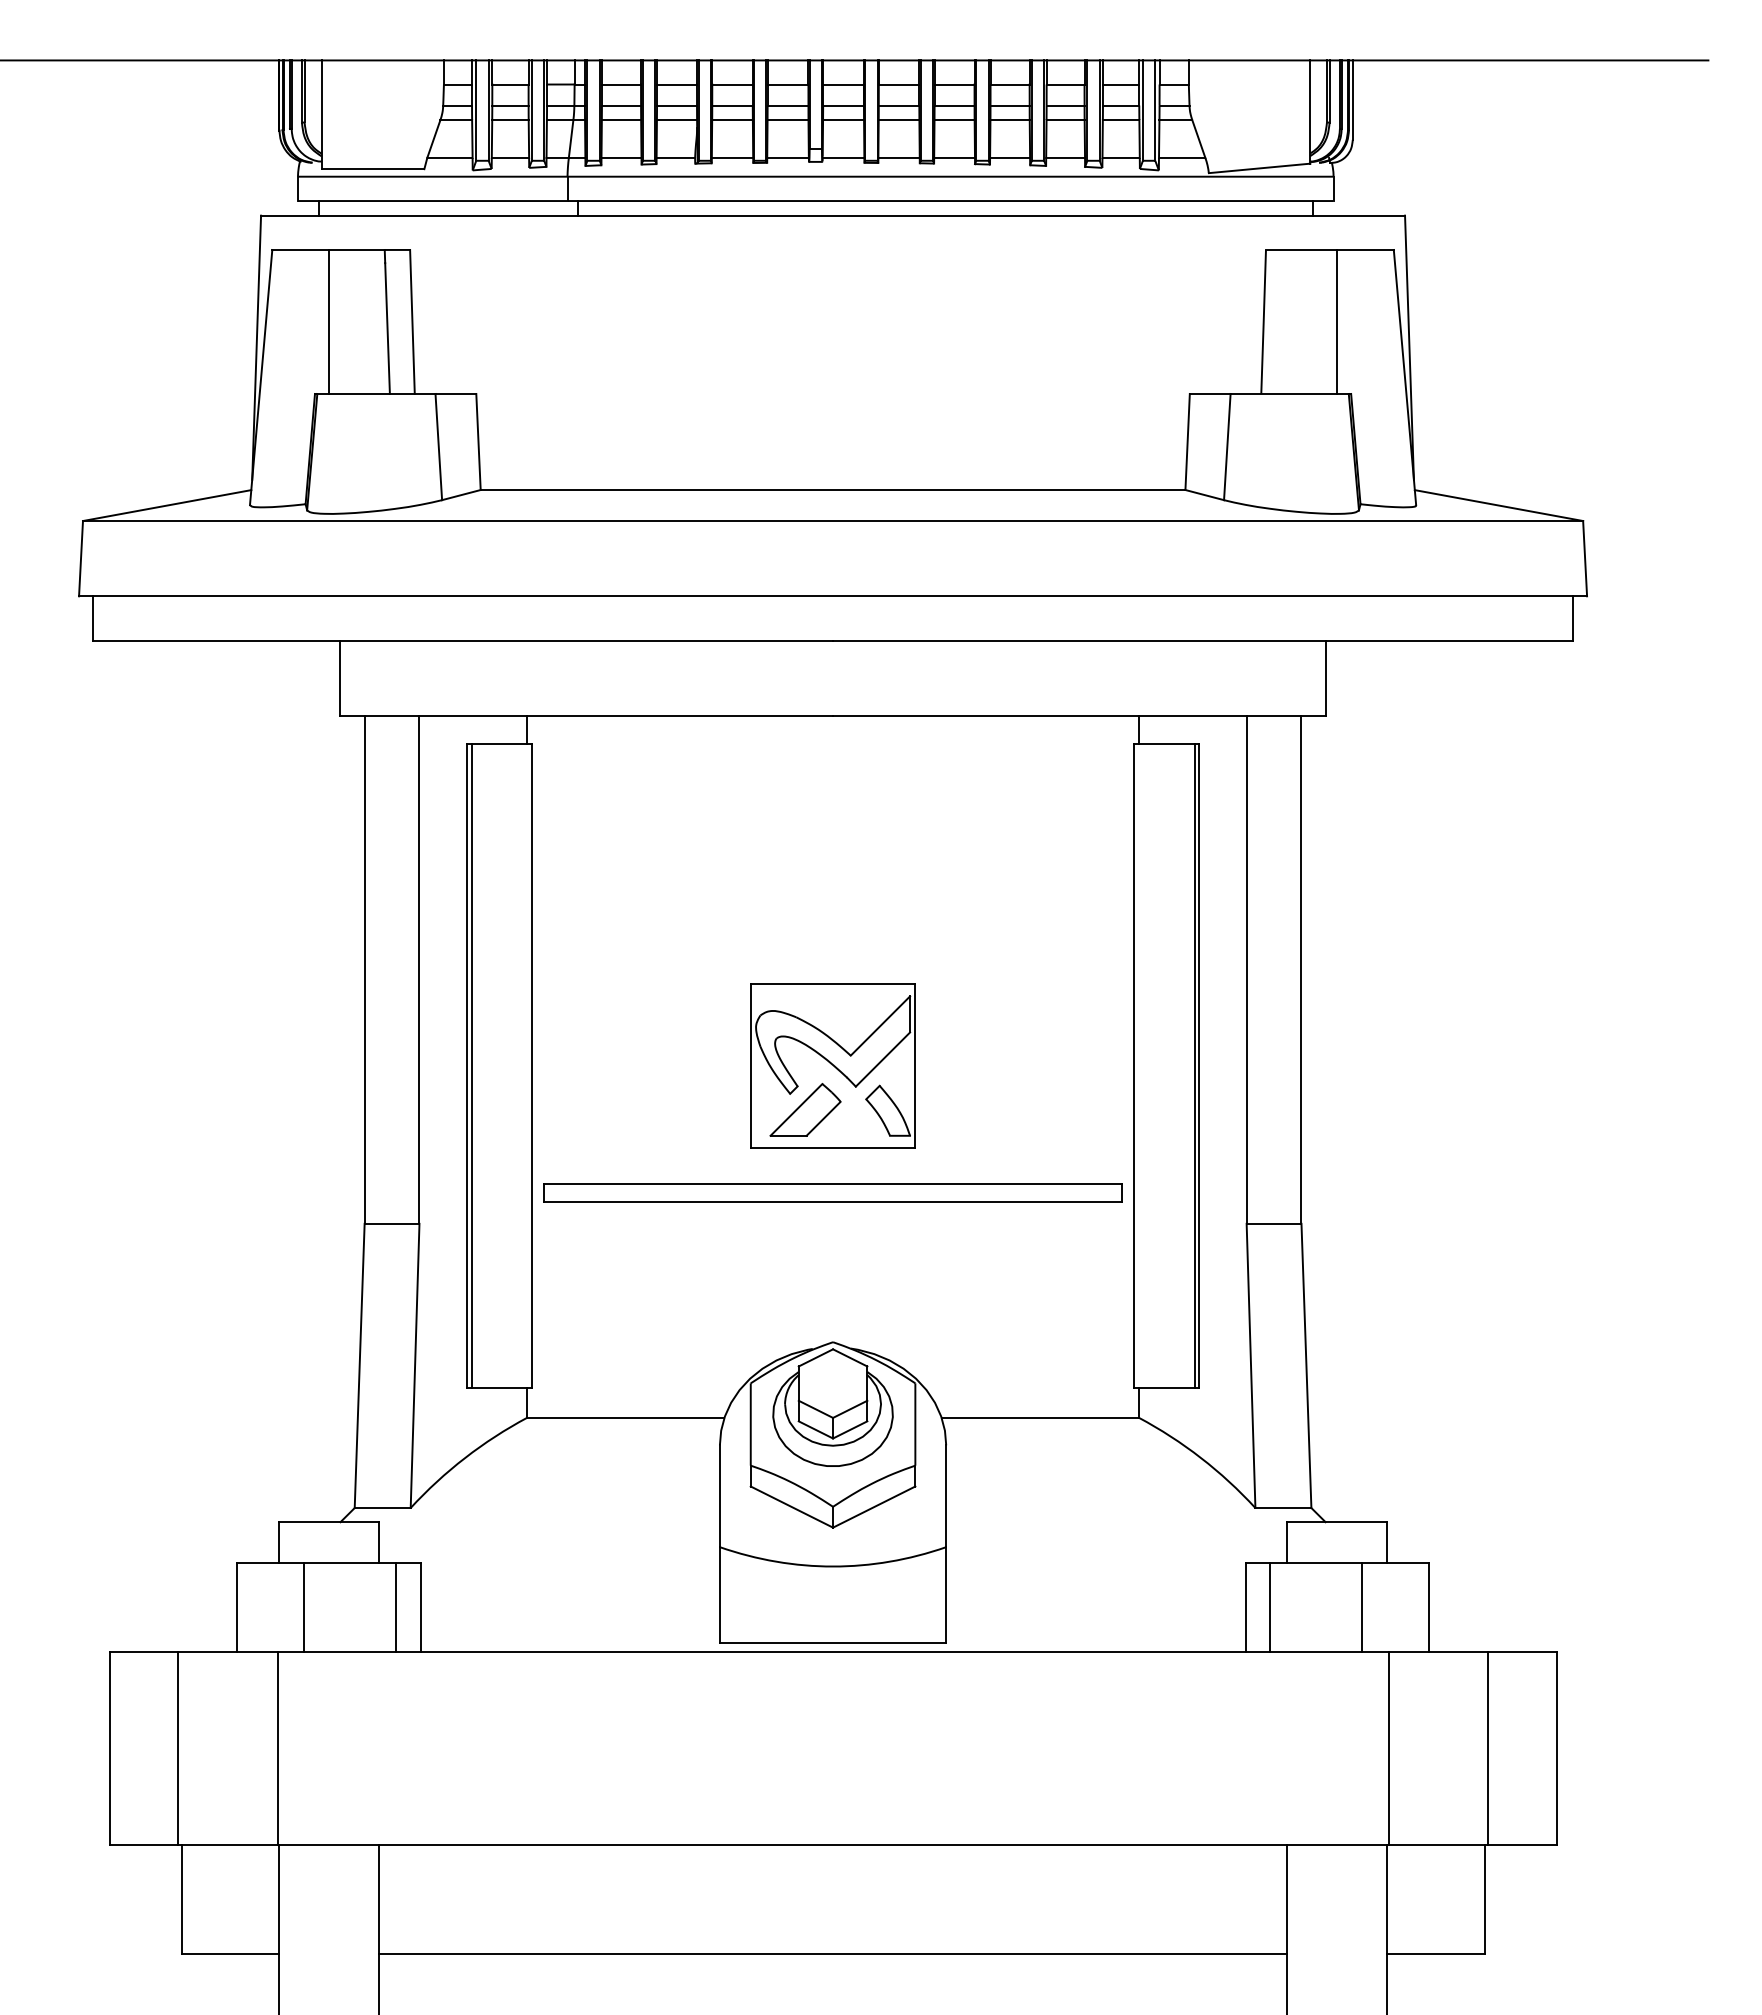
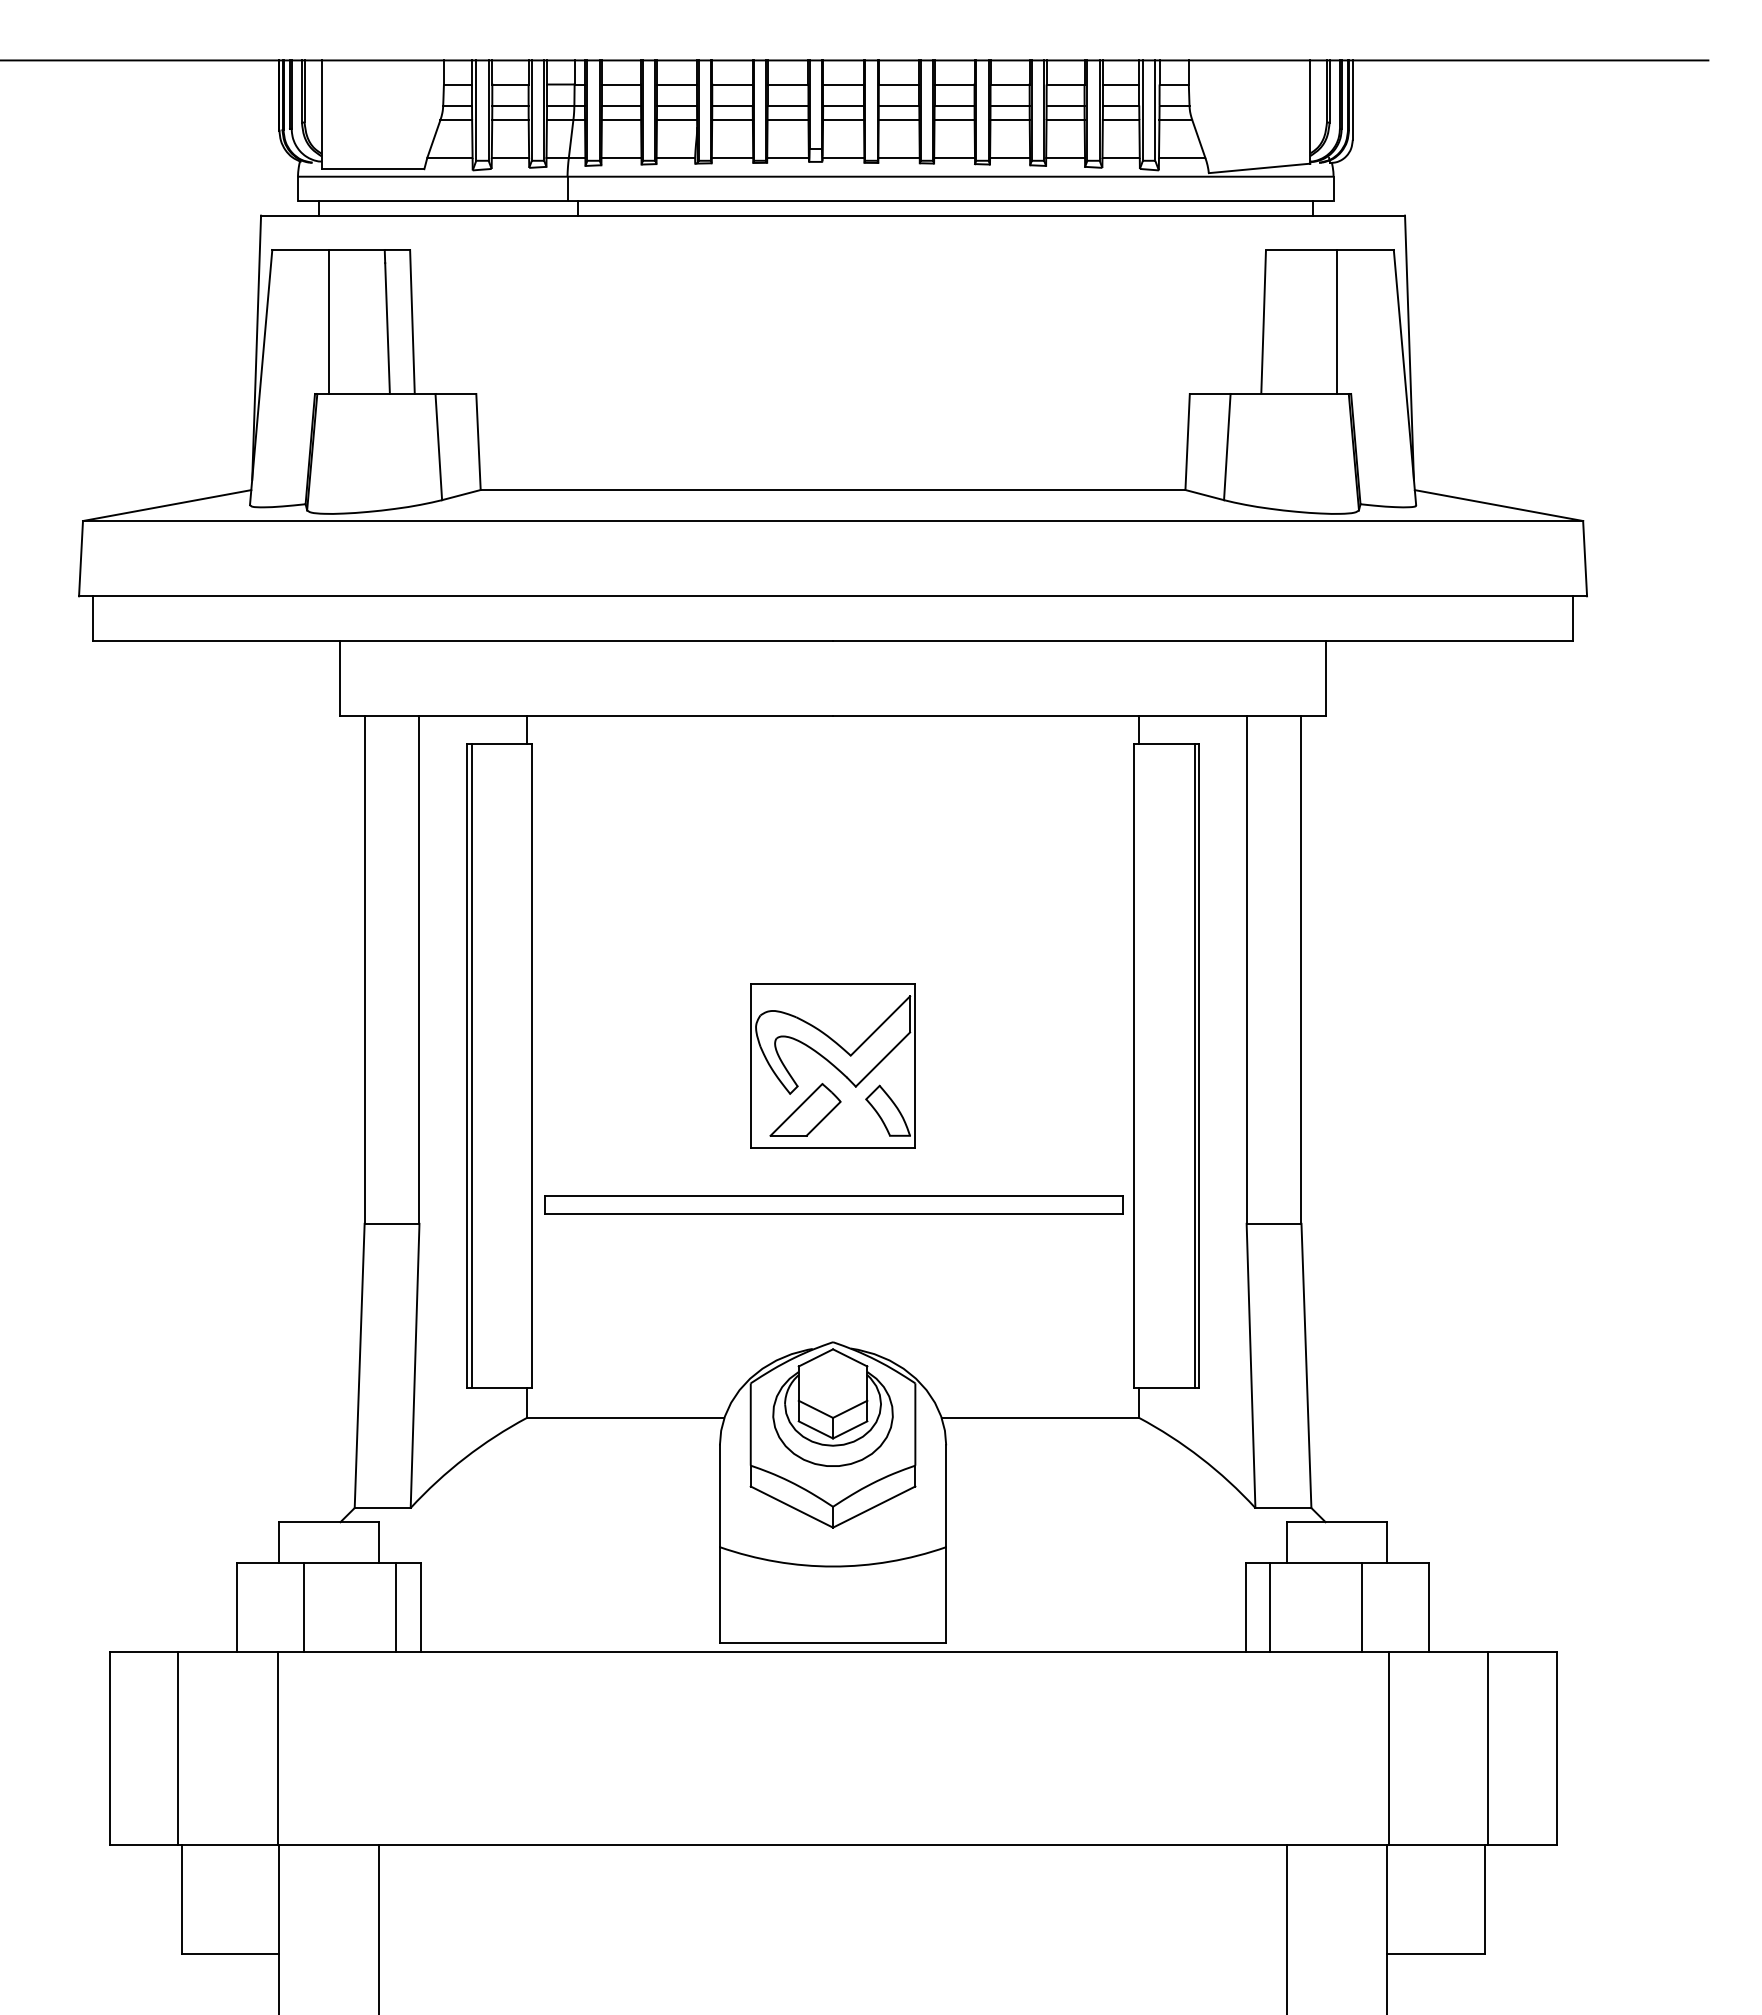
part at (832, 1192) position: (832, 1192) -> (833, 1204)
line at (832, 1954): present -> none
